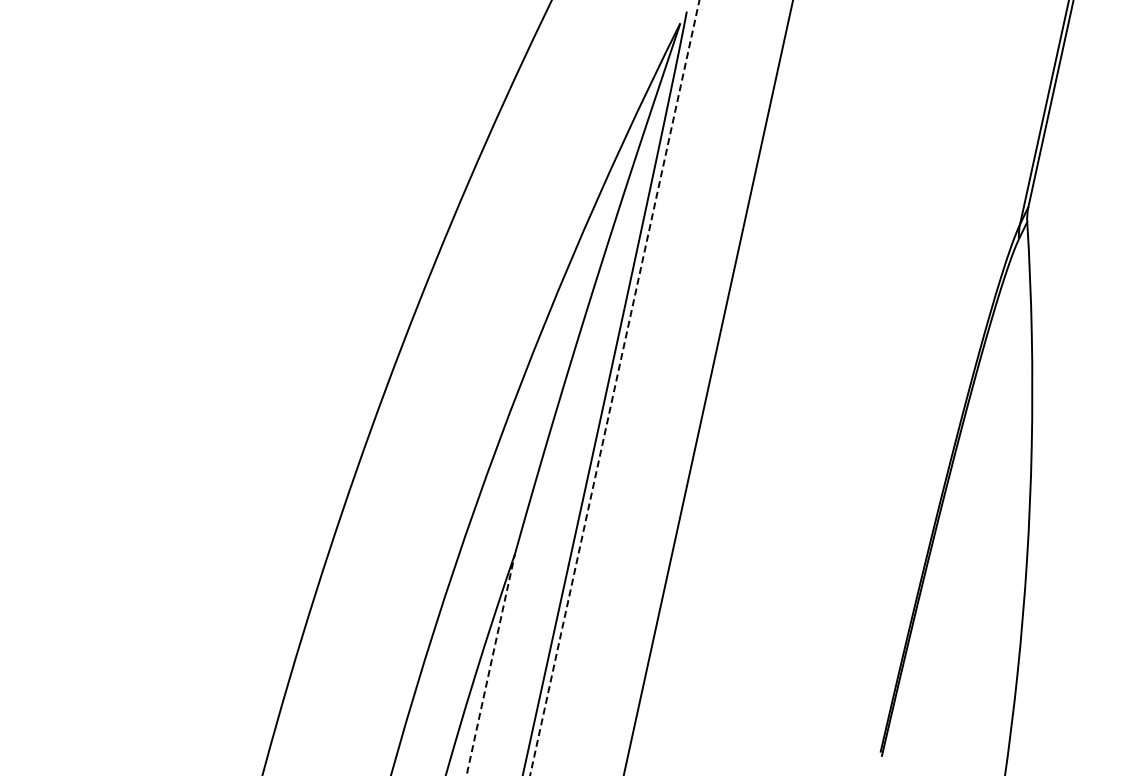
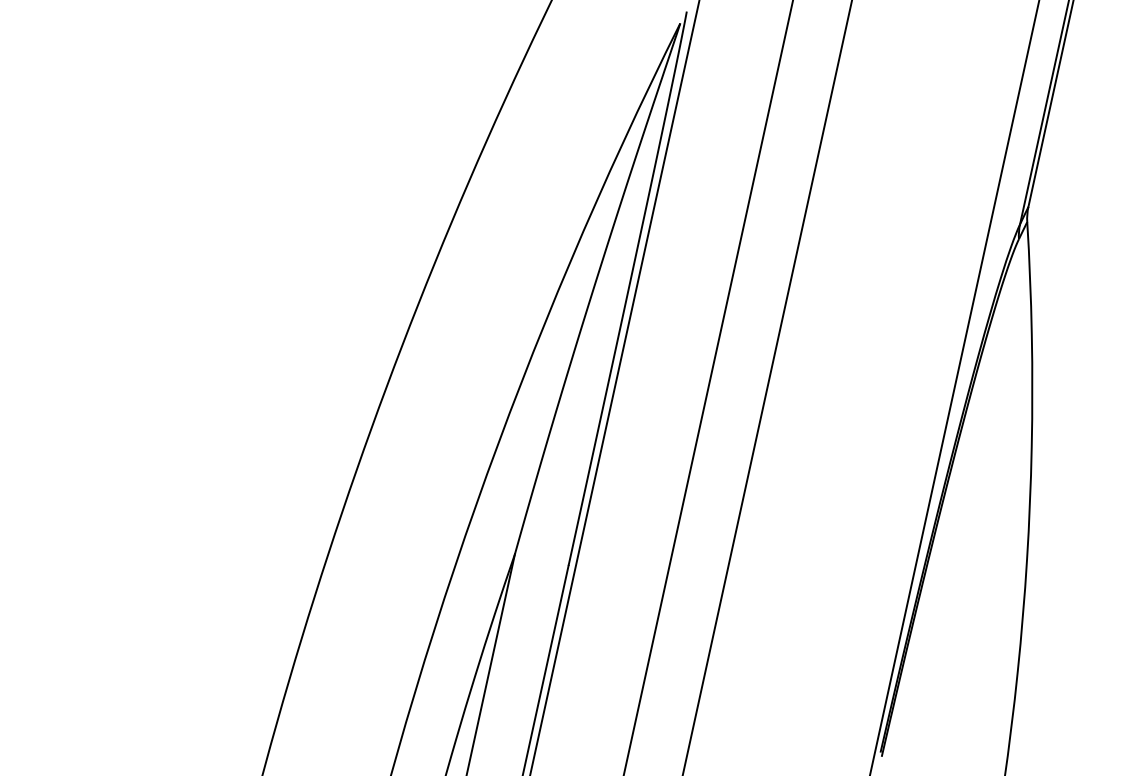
line at (614, 387): dashed -> solid
line at (767, 387): none -> present
line at (954, 387): none -> present
line at (490, 664): dashed -> solid
